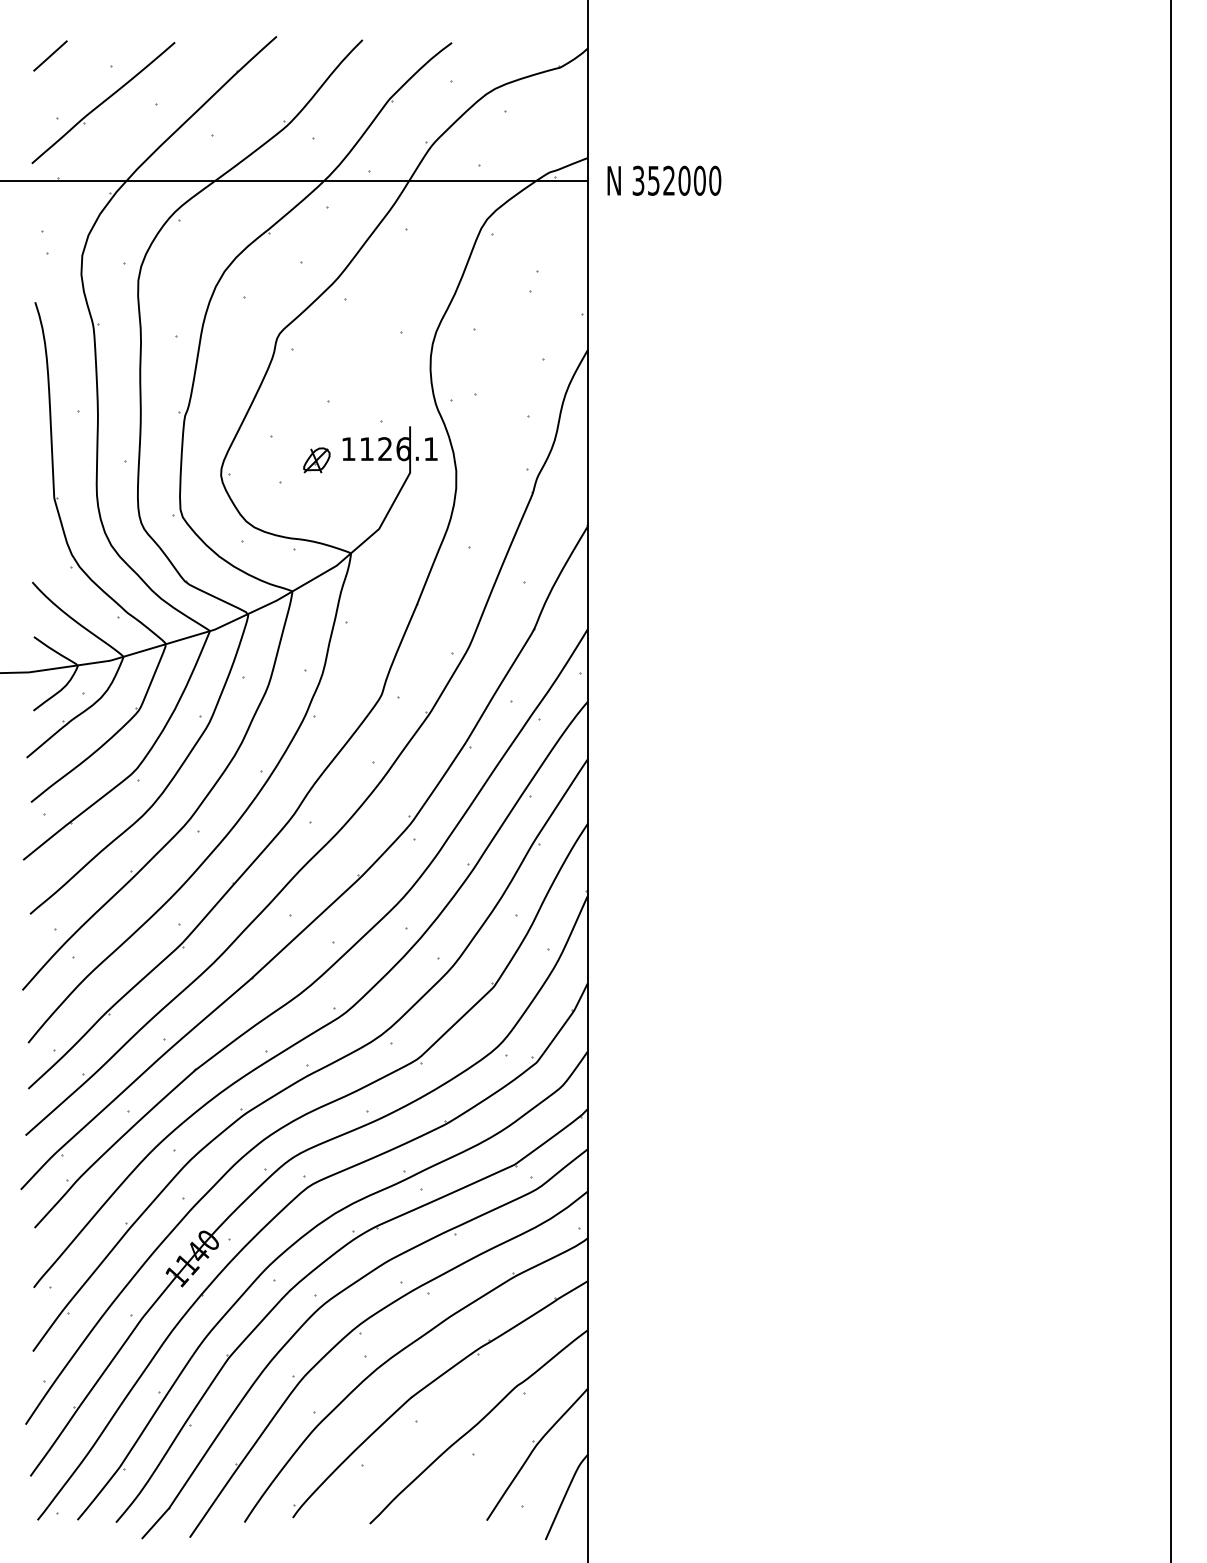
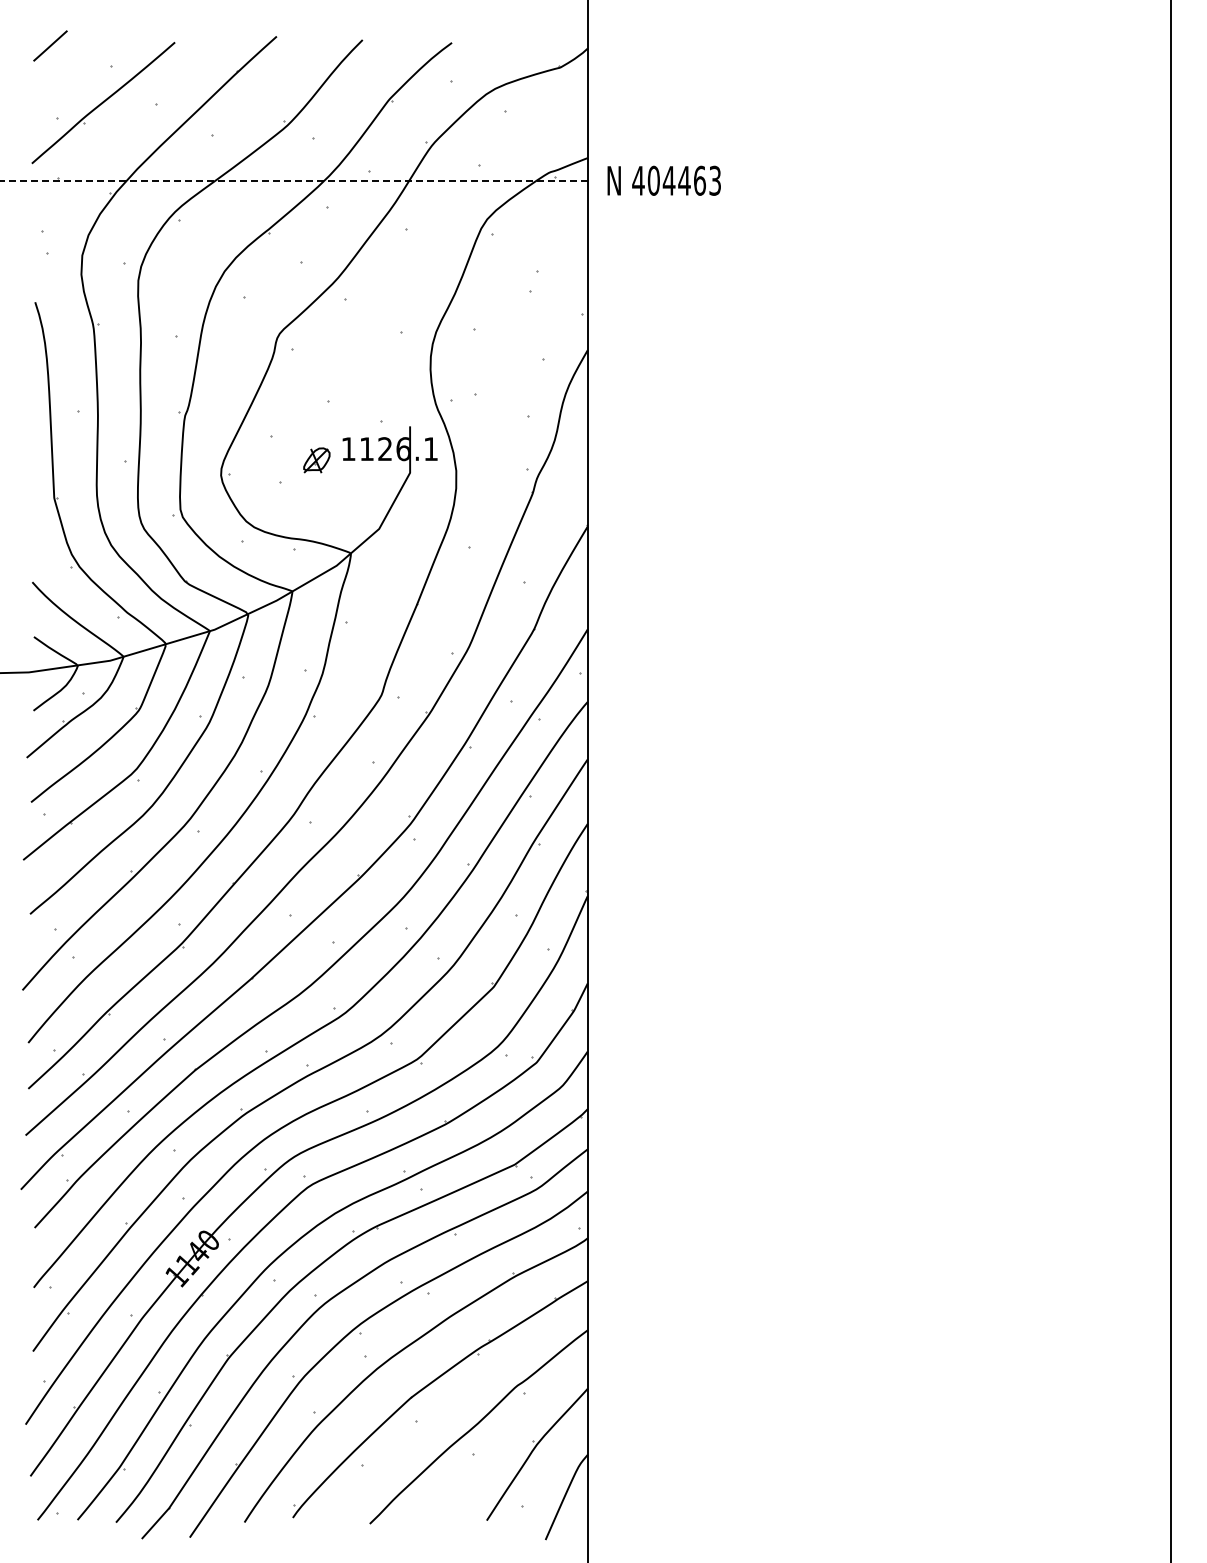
line at (50, 55) position: (50, 55) -> (50, 45)
line at (293, 180): solid -> dashed
text at (676, 180): 352000 -> 404463
